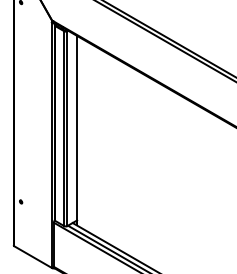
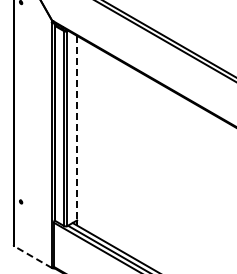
line at (77, 128): solid -> dashed
line at (33, 257): solid -> dashed
